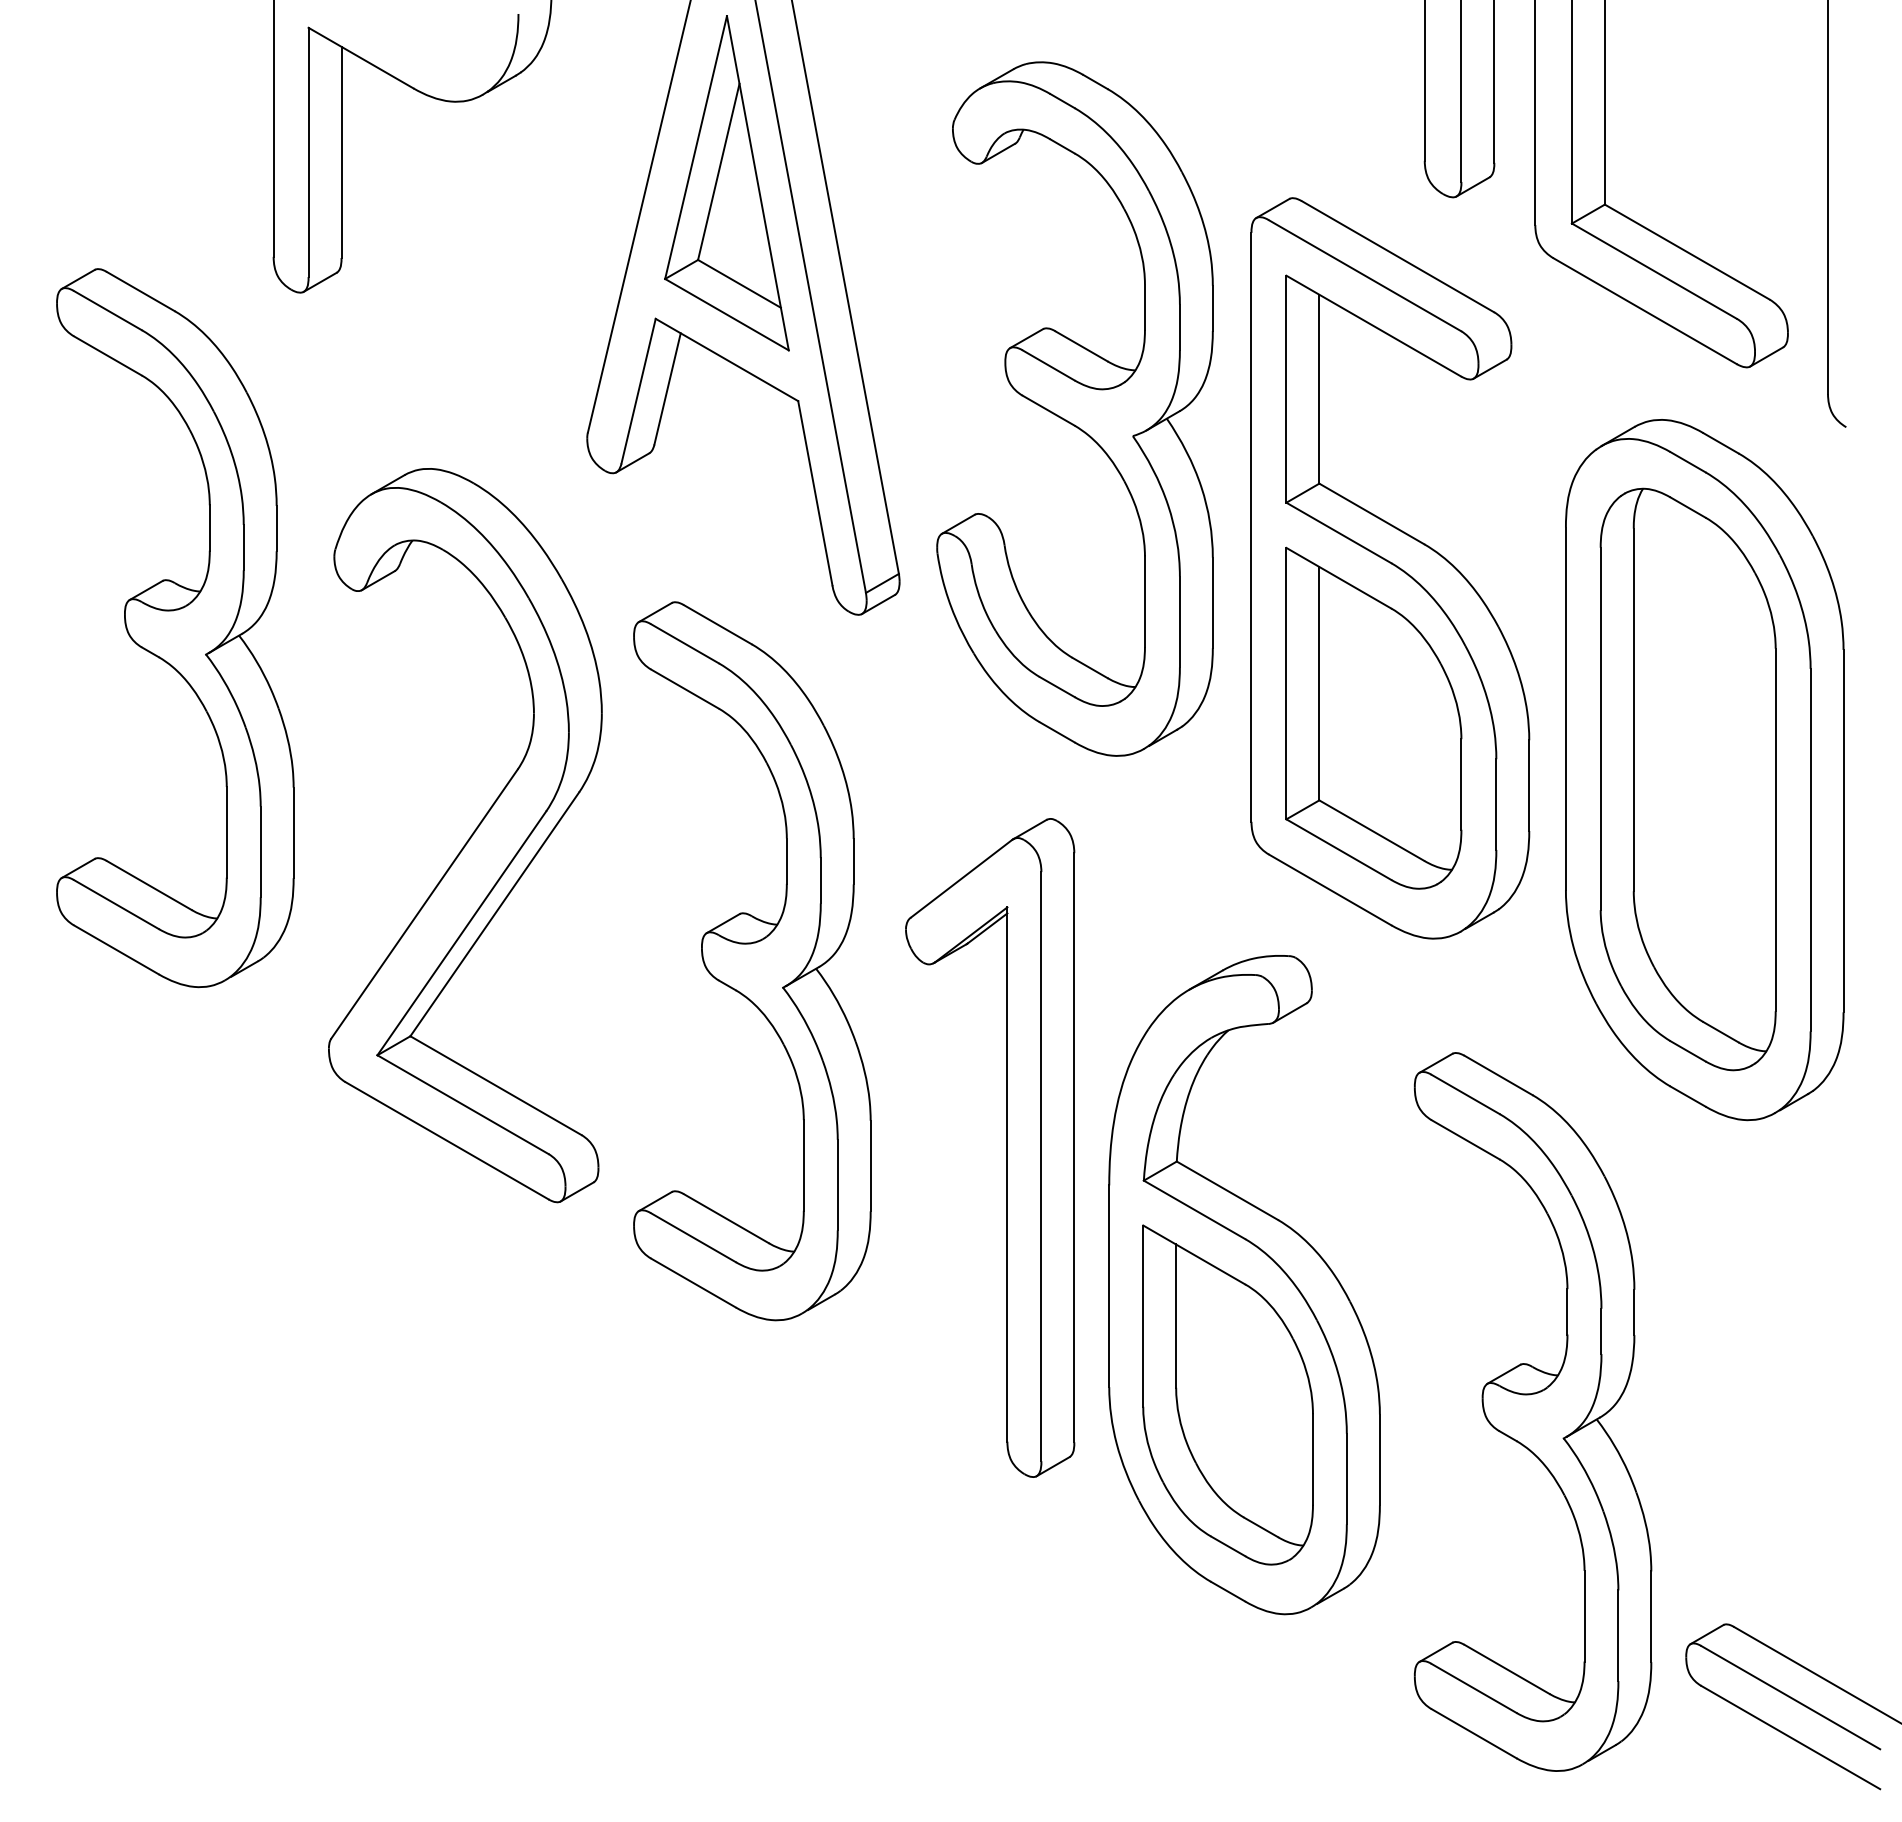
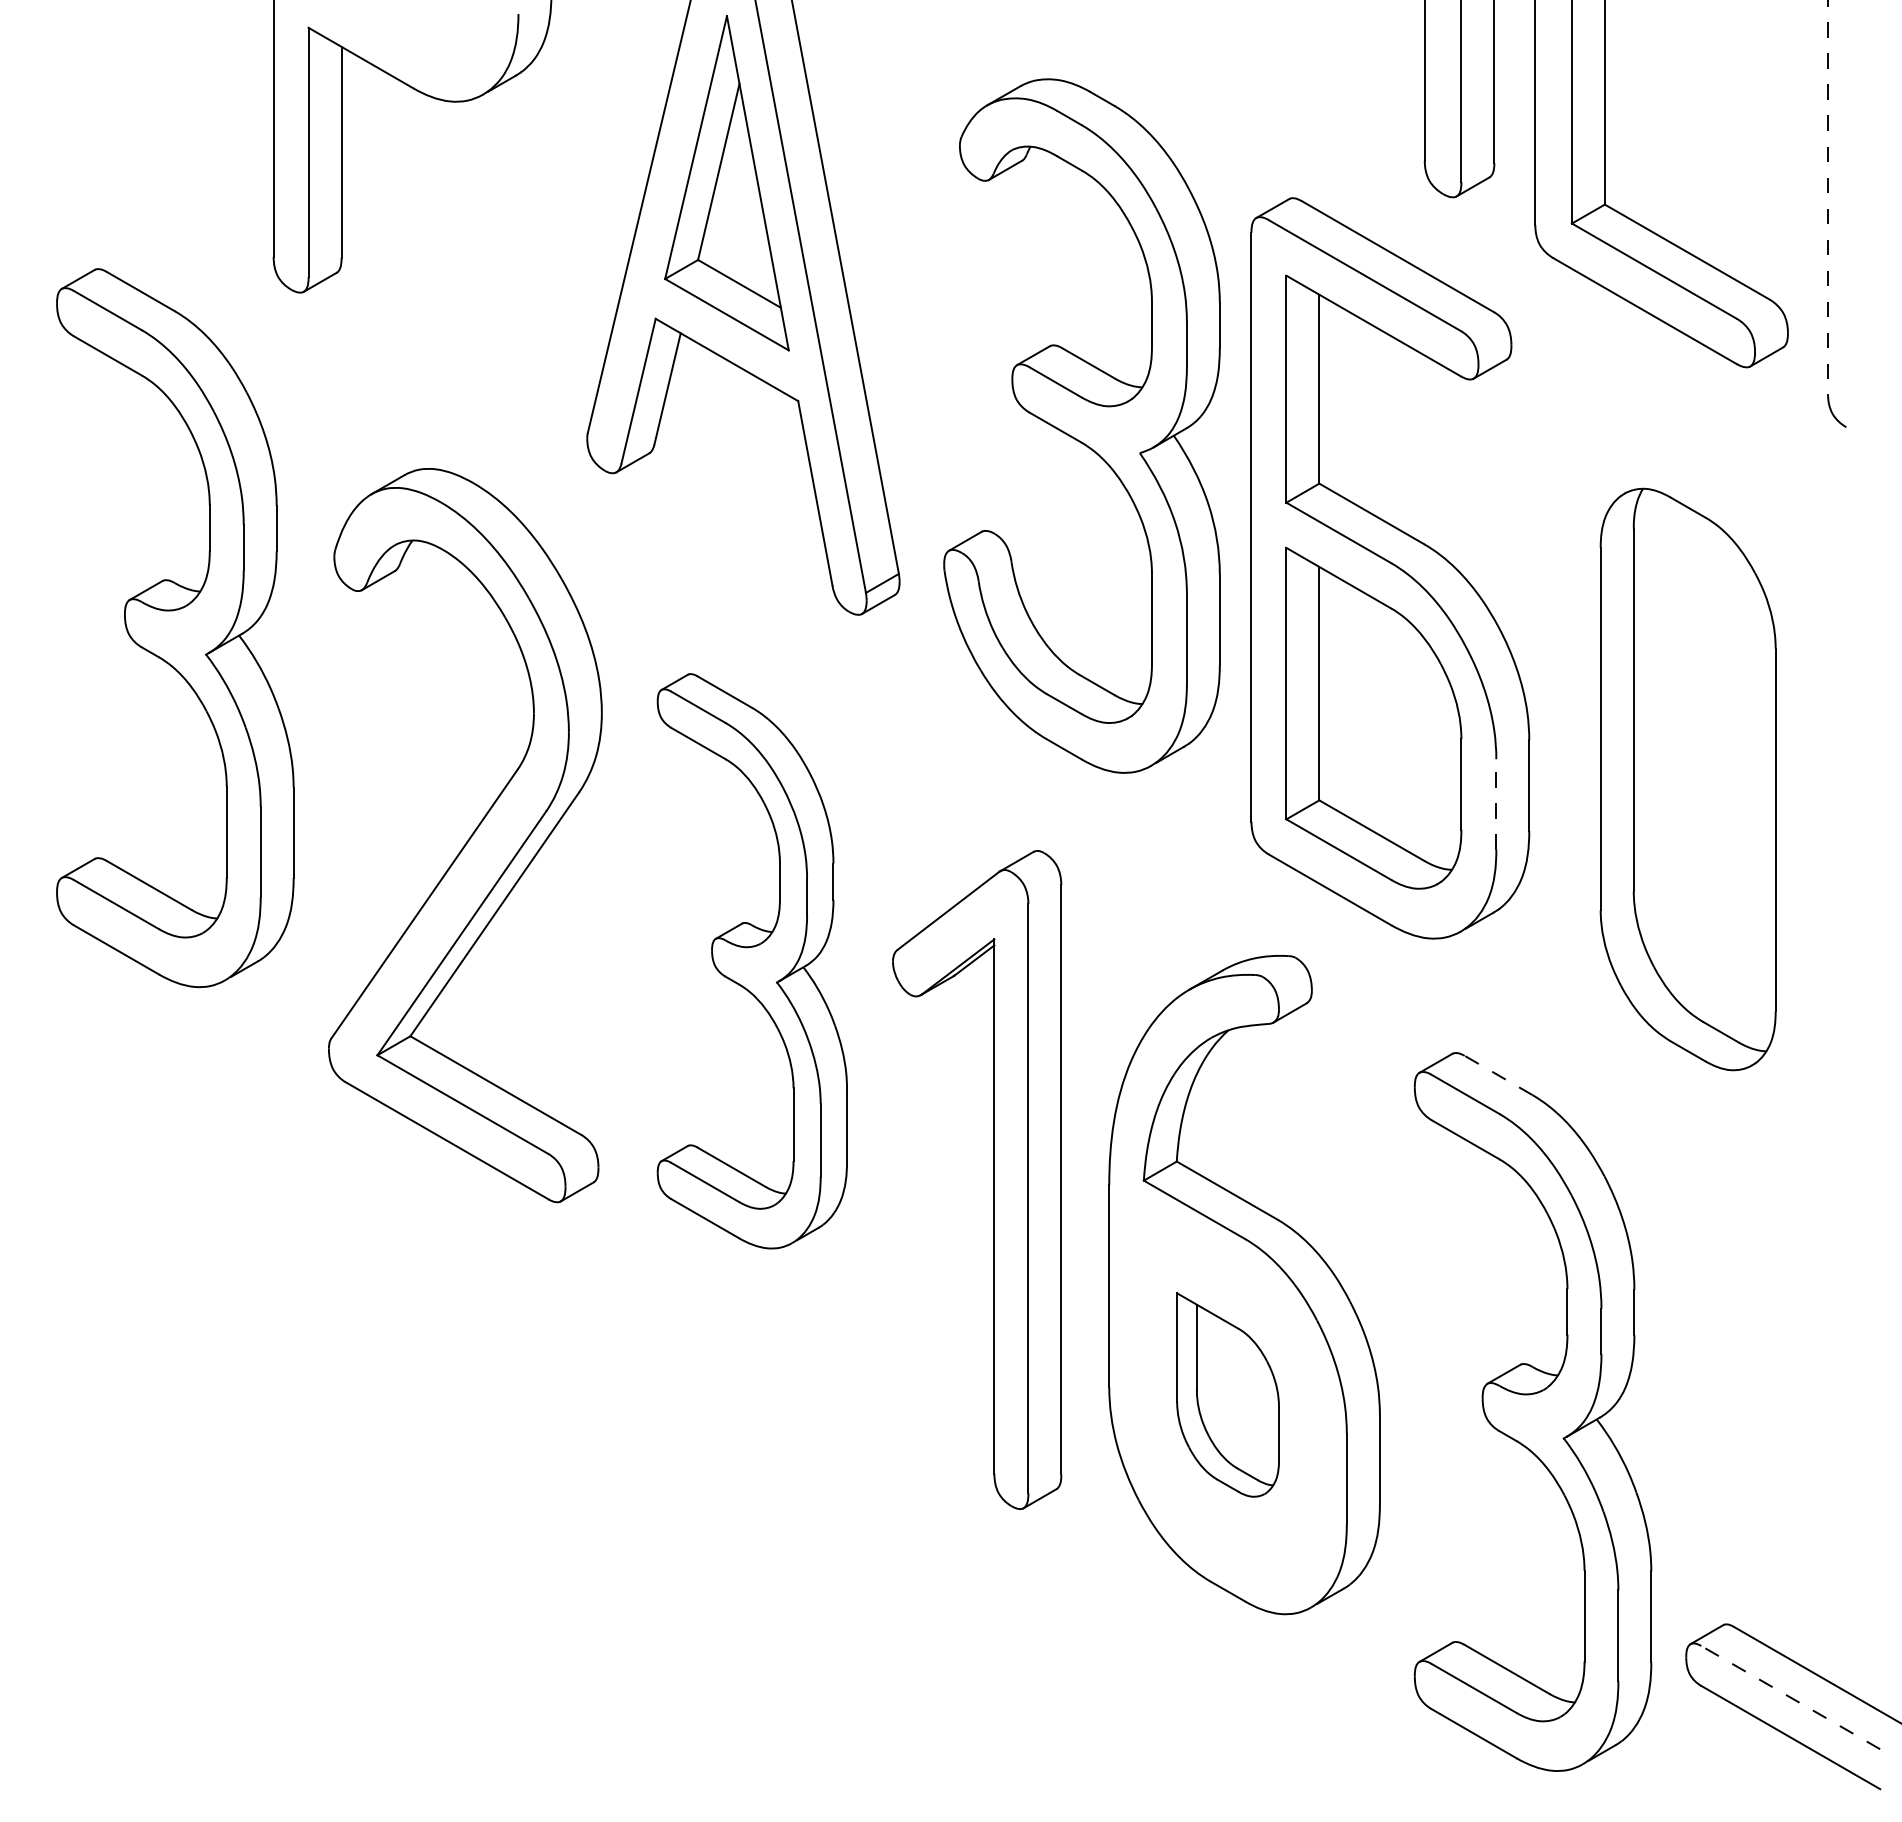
line at (1828, 197): solid -> dashed
part at (1074, 408) position: (1074, 408) -> (1081, 425)
part at (1704, 770): present -> none
line at (1496, 804): solid -> dashed
part at (752, 961) size: 239x721 px -> 192x577 px
line at (1498, 1075): solid -> dashed
part at (1006, 1147) position: (1006, 1147) -> (993, 1179)
part at (1227, 1394) size: 172x342 px -> 104x206 px
line at (1790, 1697): solid -> dashed
